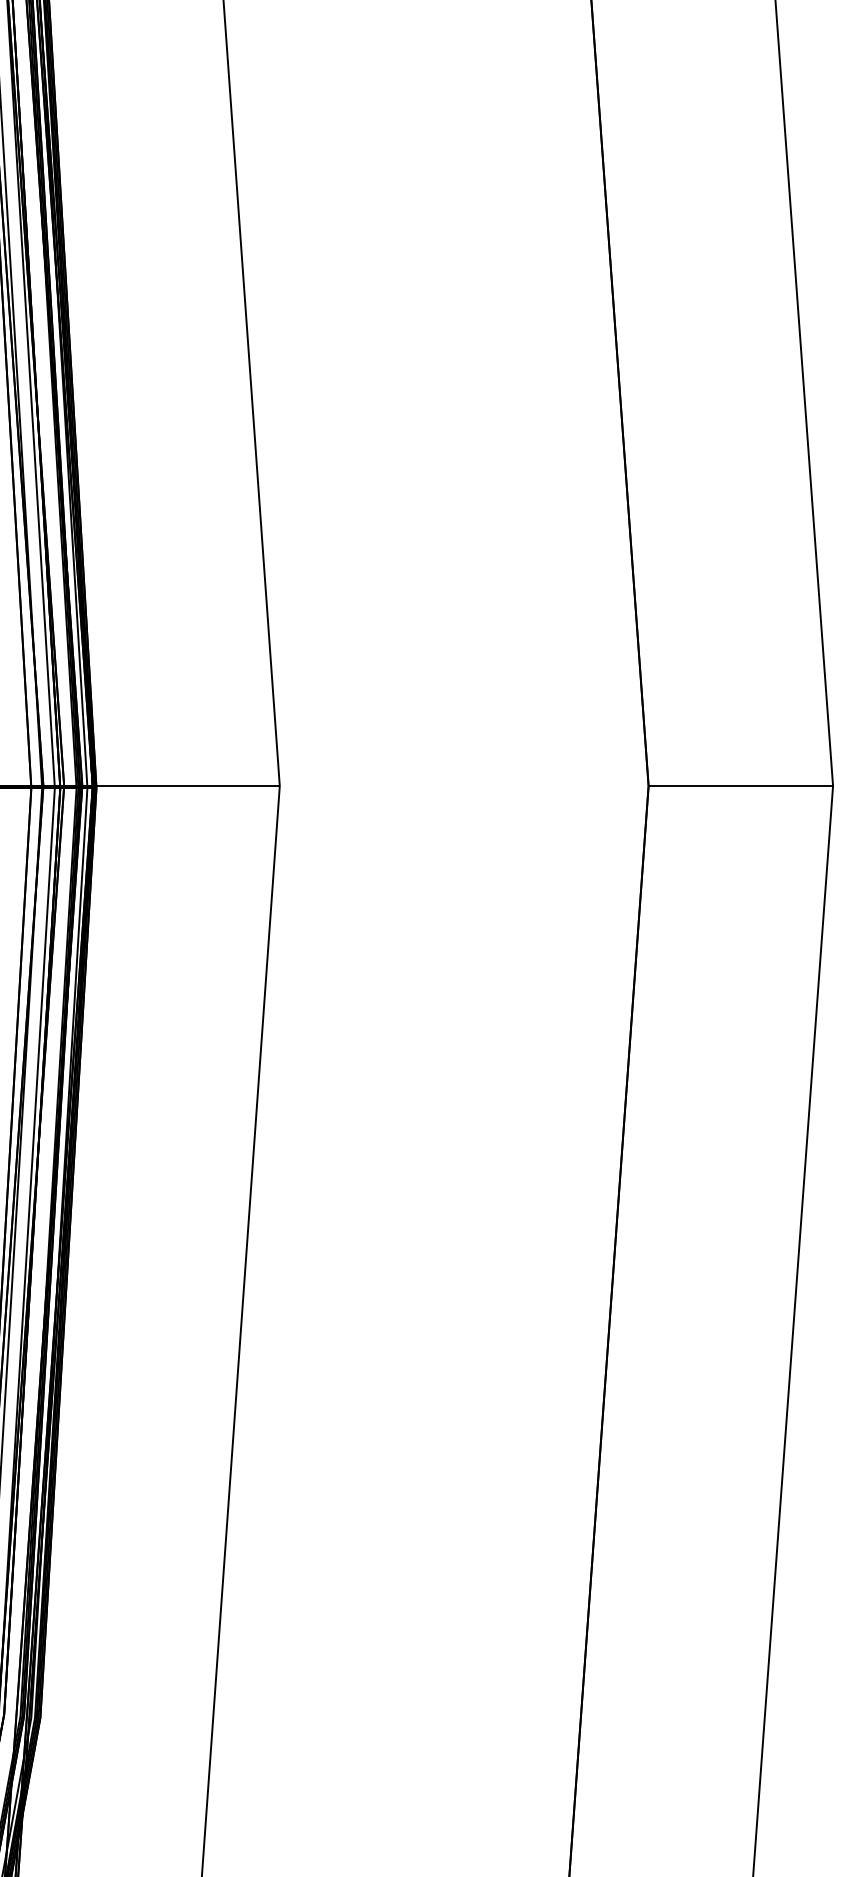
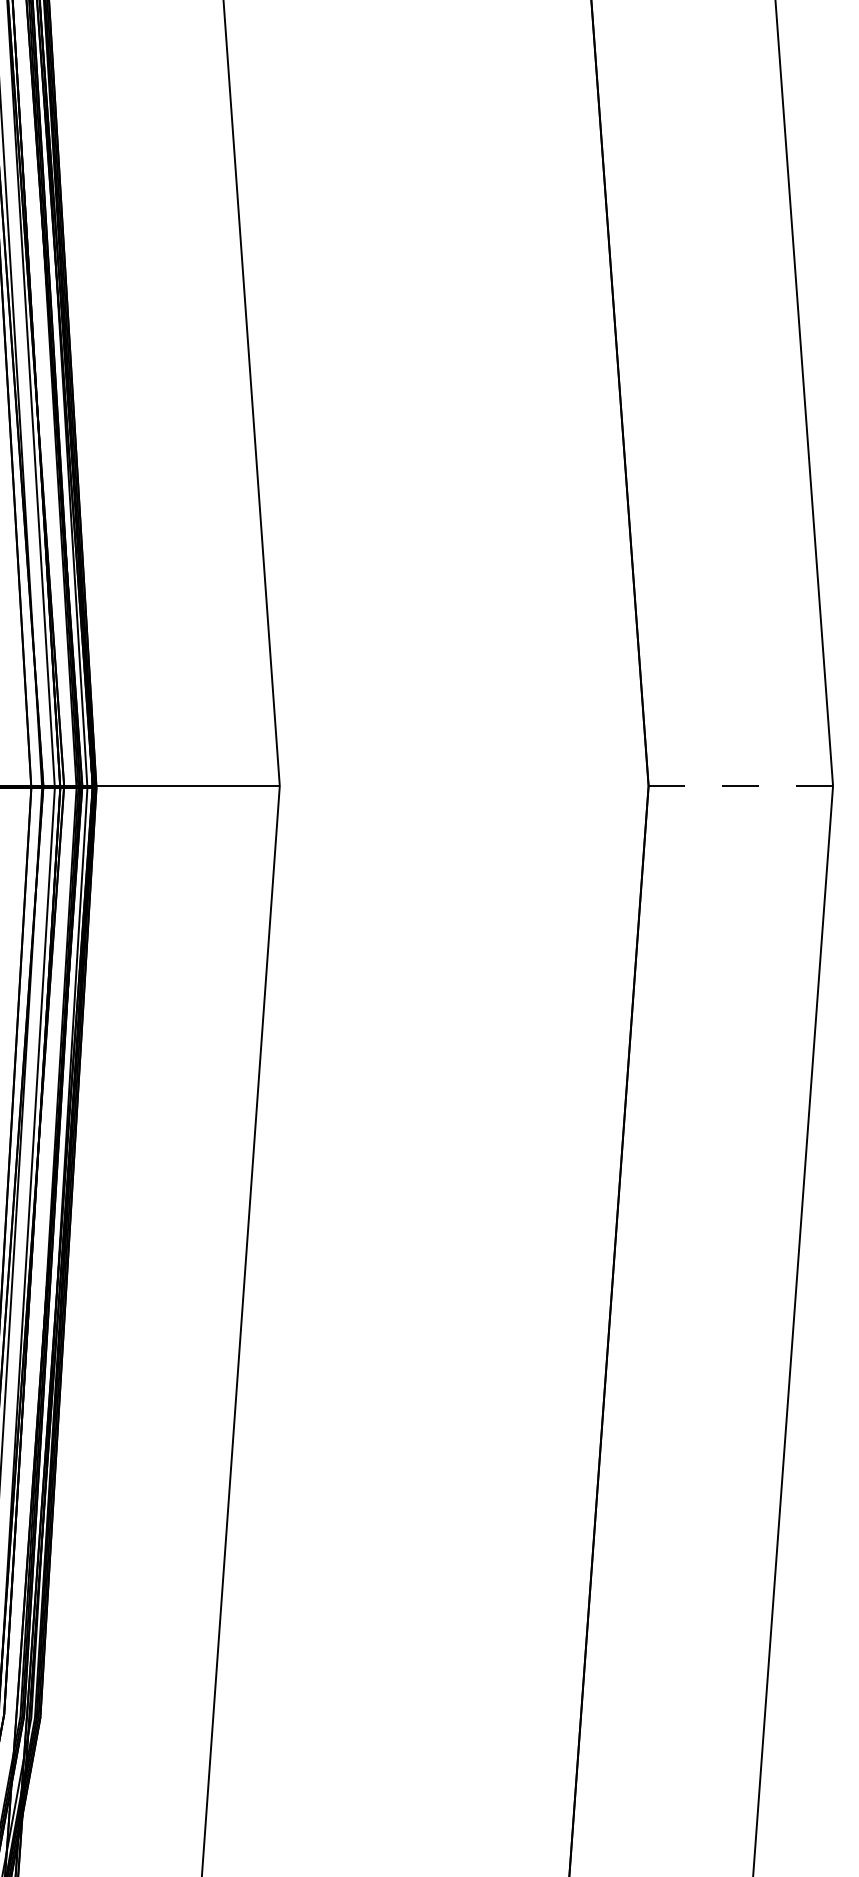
line at (741, 786): solid -> dashed
